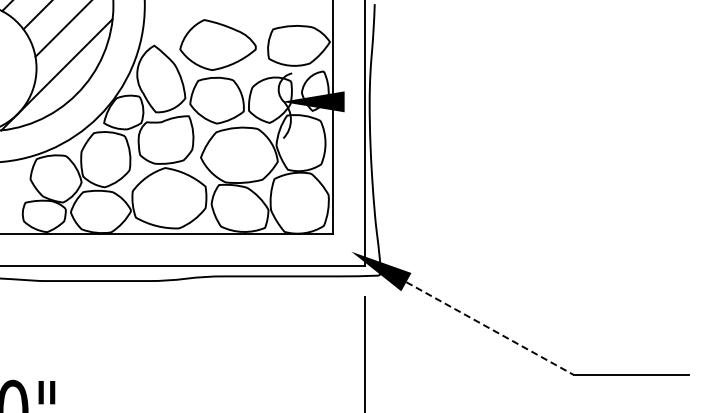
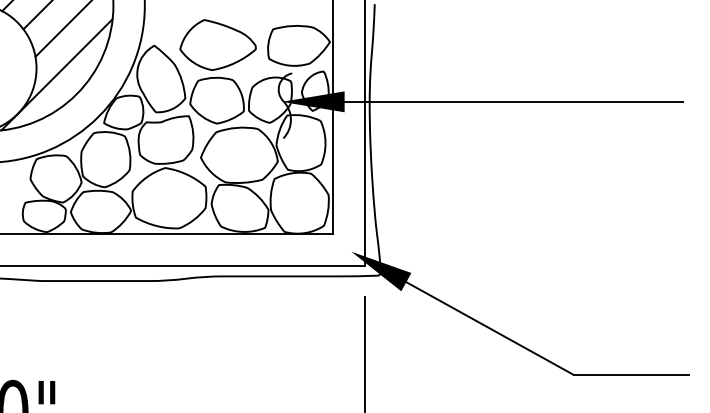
line at (513, 101): none -> present
line at (489, 328): dashed -> solid
